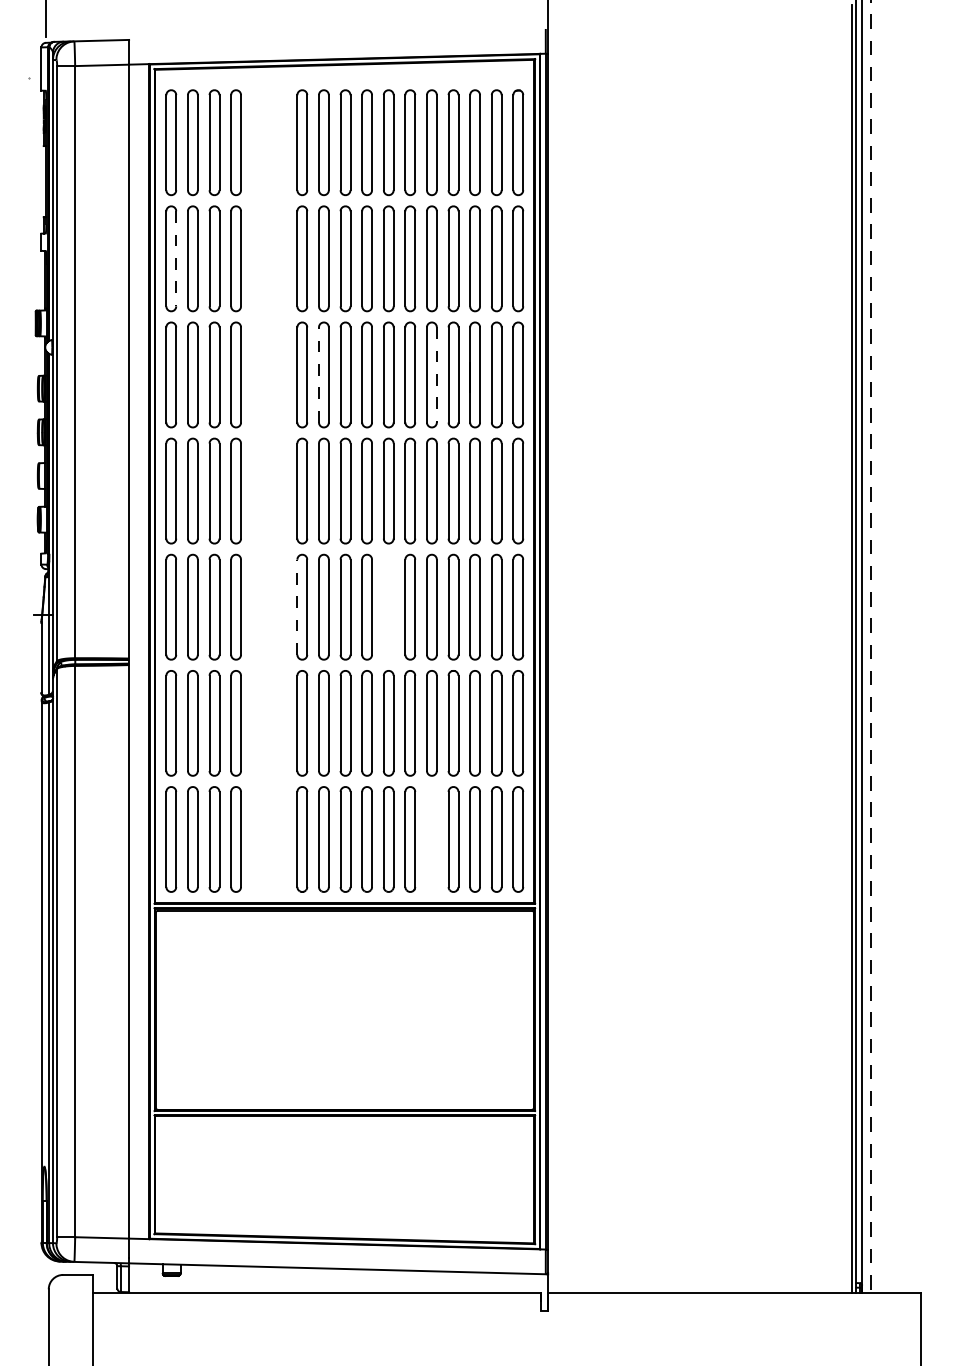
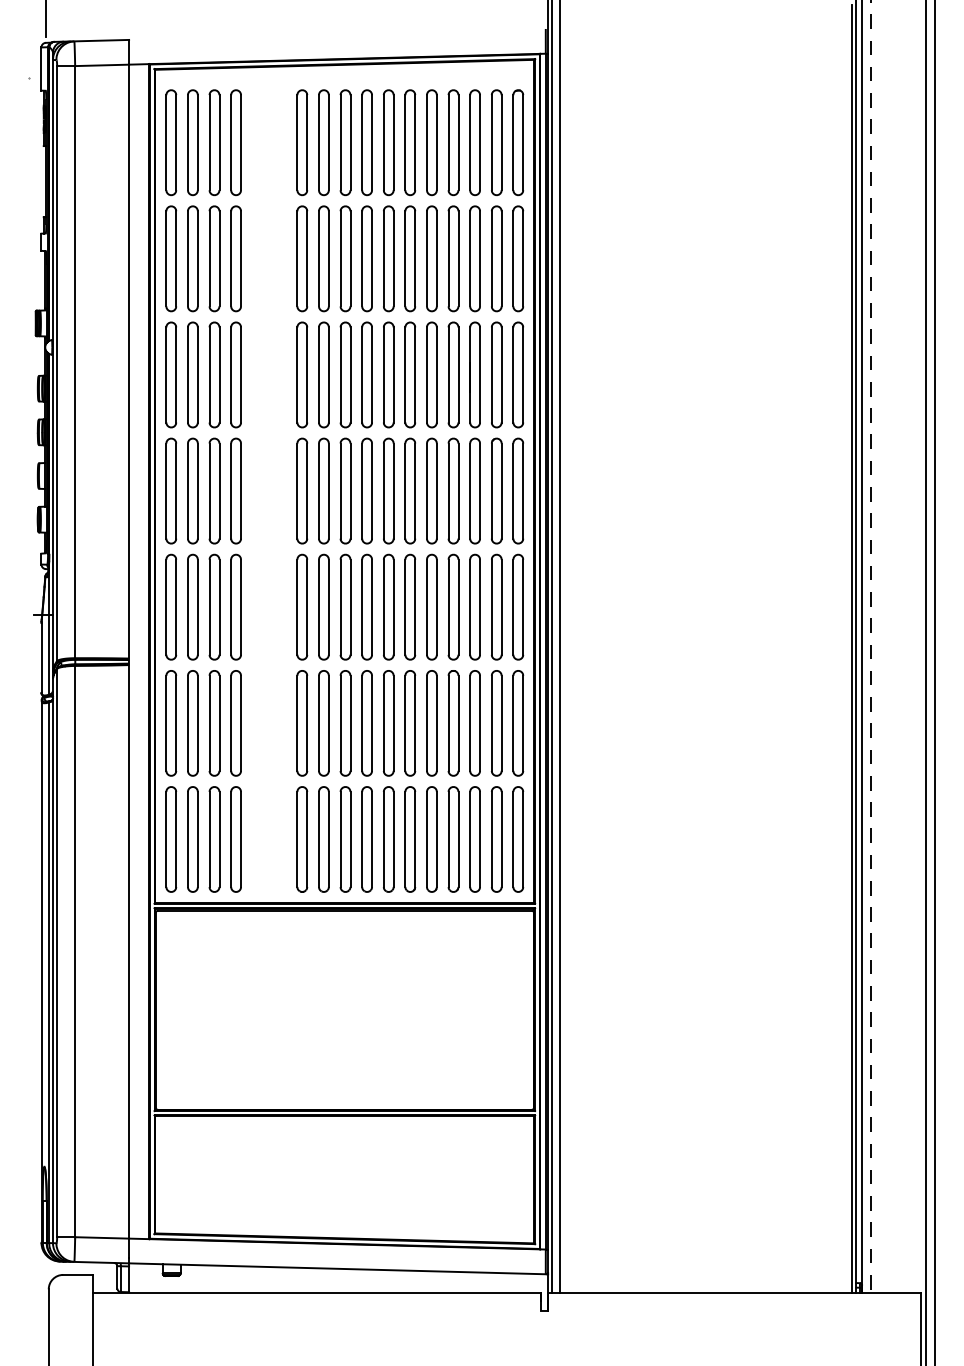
line at (176, 258): dashed -> solid
line at (318, 374): dashed -> solid
line at (436, 374): dashed -> solid
part at (388, 606): none -> present
line at (297, 607): dashed -> solid
line at (551, 647): none -> present
line at (559, 647): none -> present
line at (926, 682): none -> present
line at (935, 682): none -> present
part at (431, 839): none -> present
